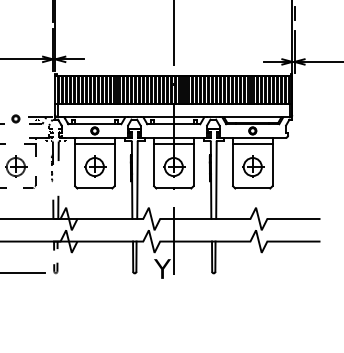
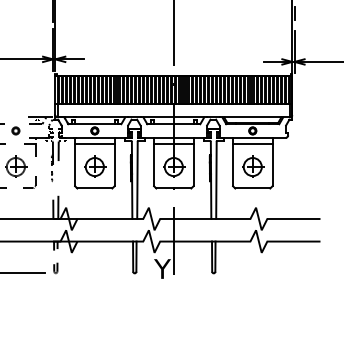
part at (15, 118) position: (15, 118) -> (15, 130)
